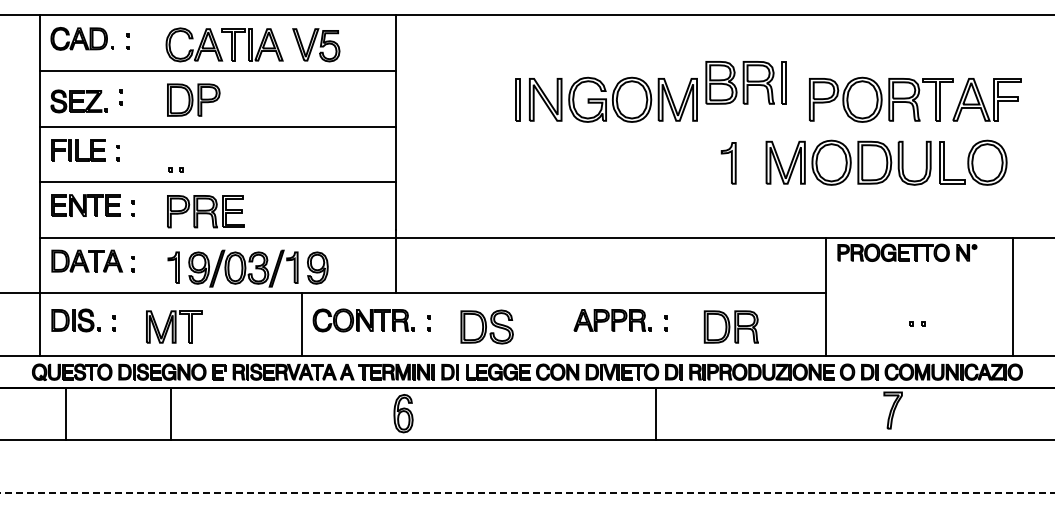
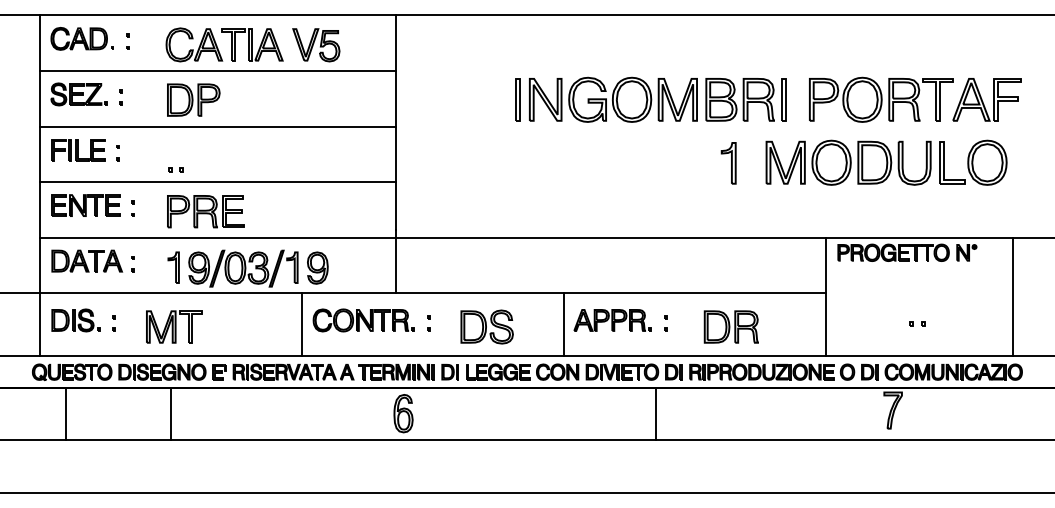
part at (745, 82) position: (745, 82) -> (745, 99)
part at (78, 101) position: (78, 101) -> (78, 94)
line at (563, 324): none -> present
line at (527, 492): dashed -> solid
